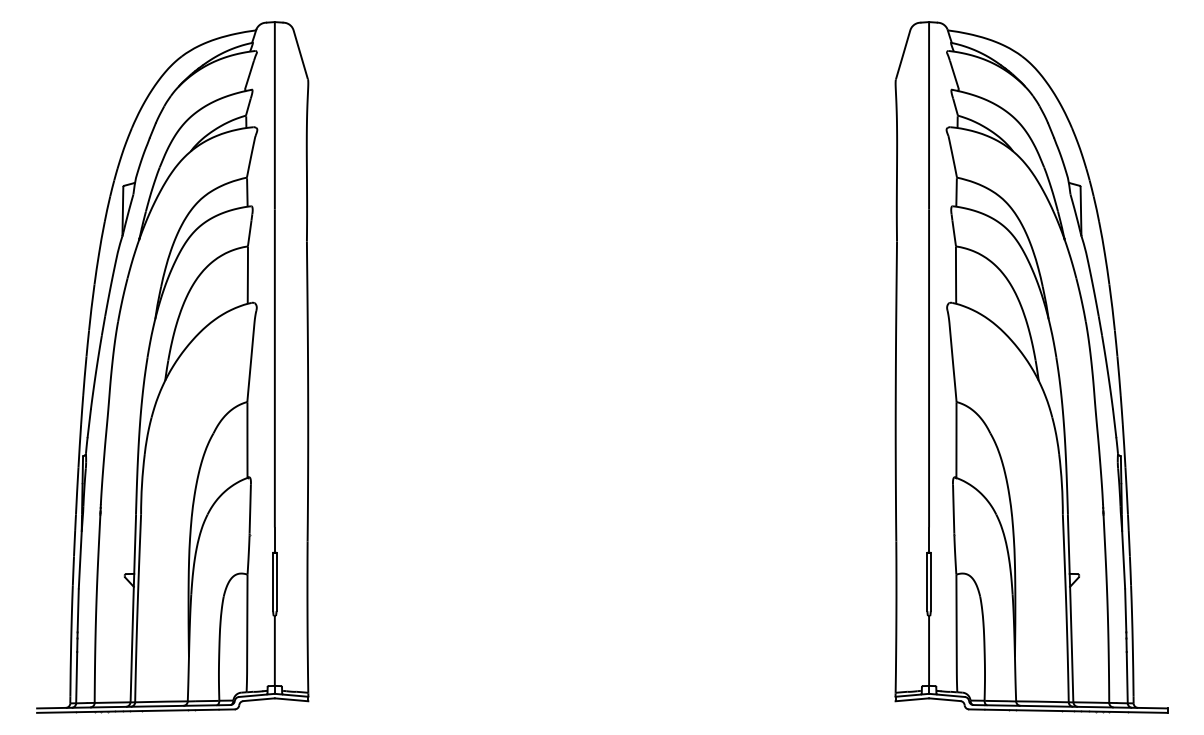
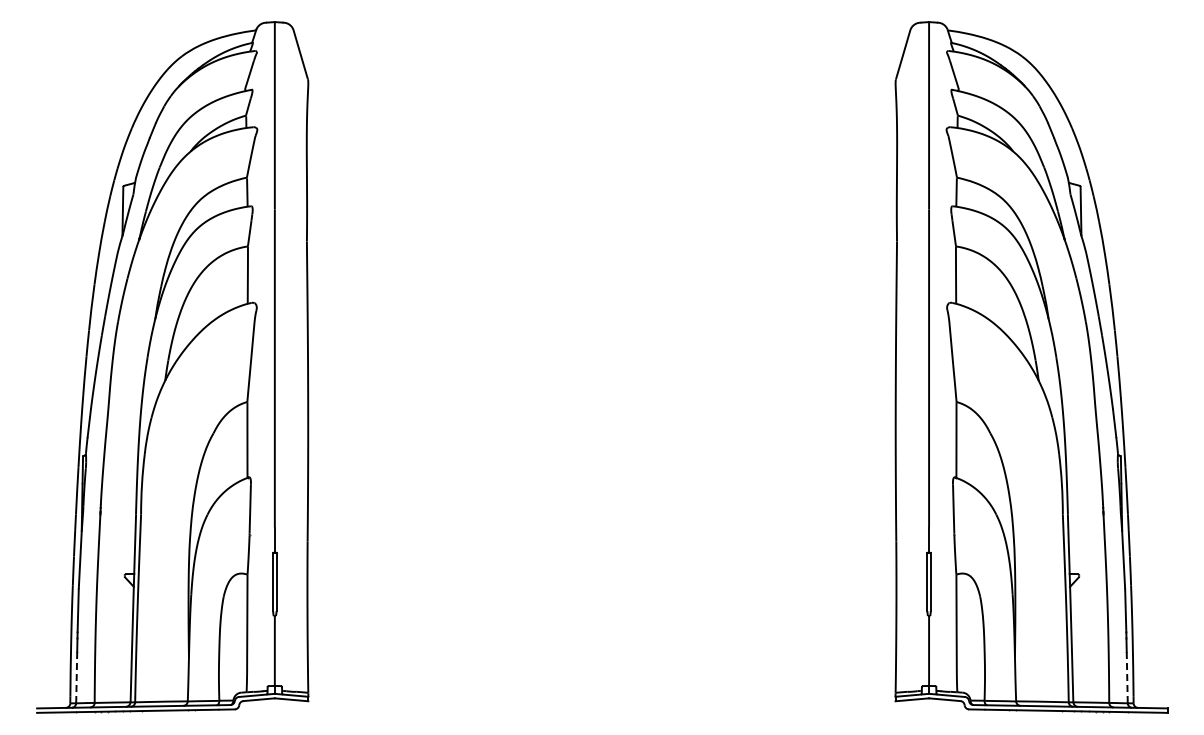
line at (76, 677): solid -> dashed
line at (1127, 677): solid -> dashed
